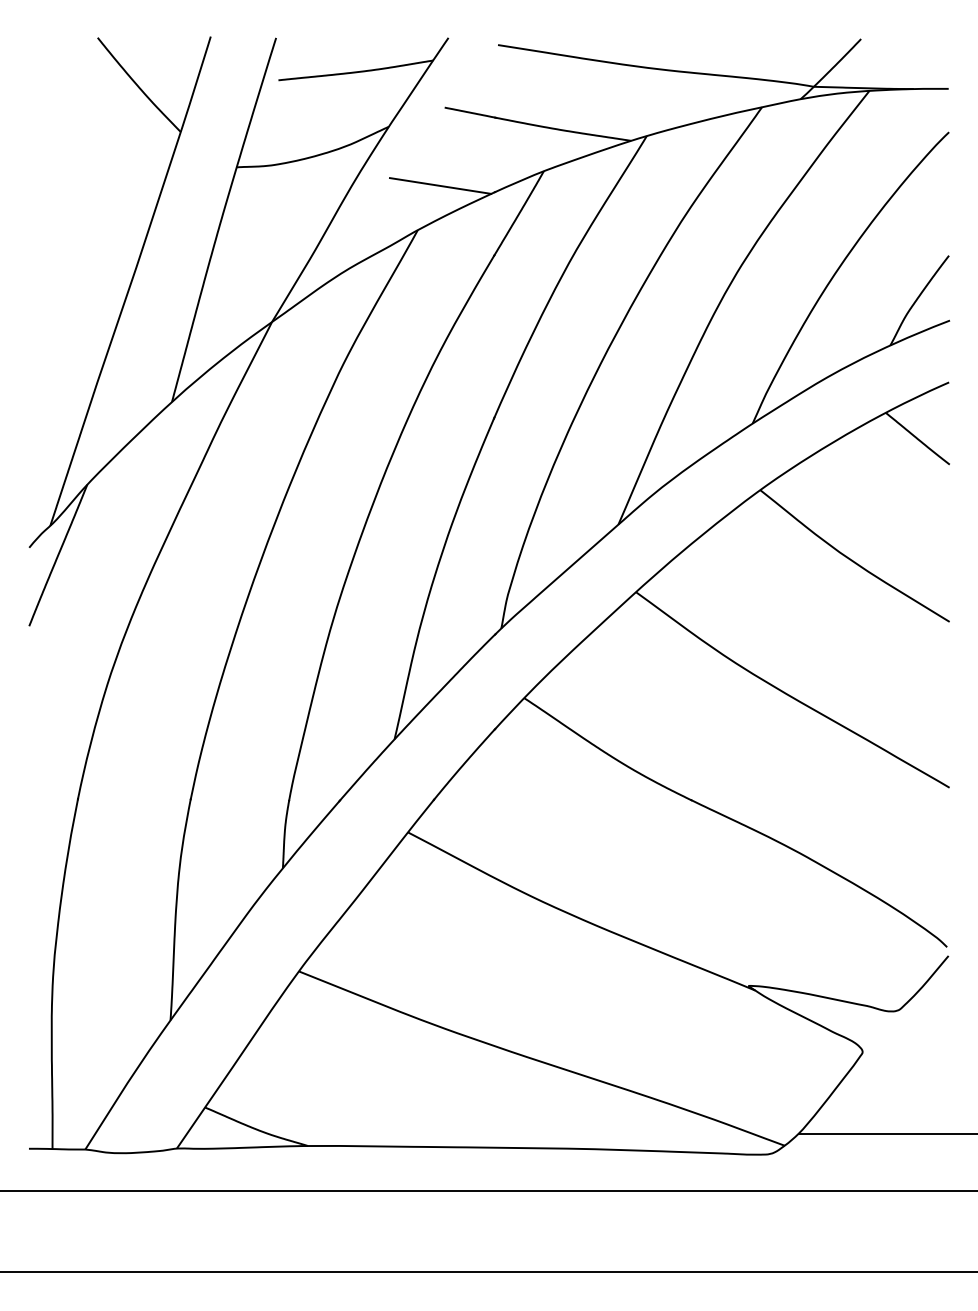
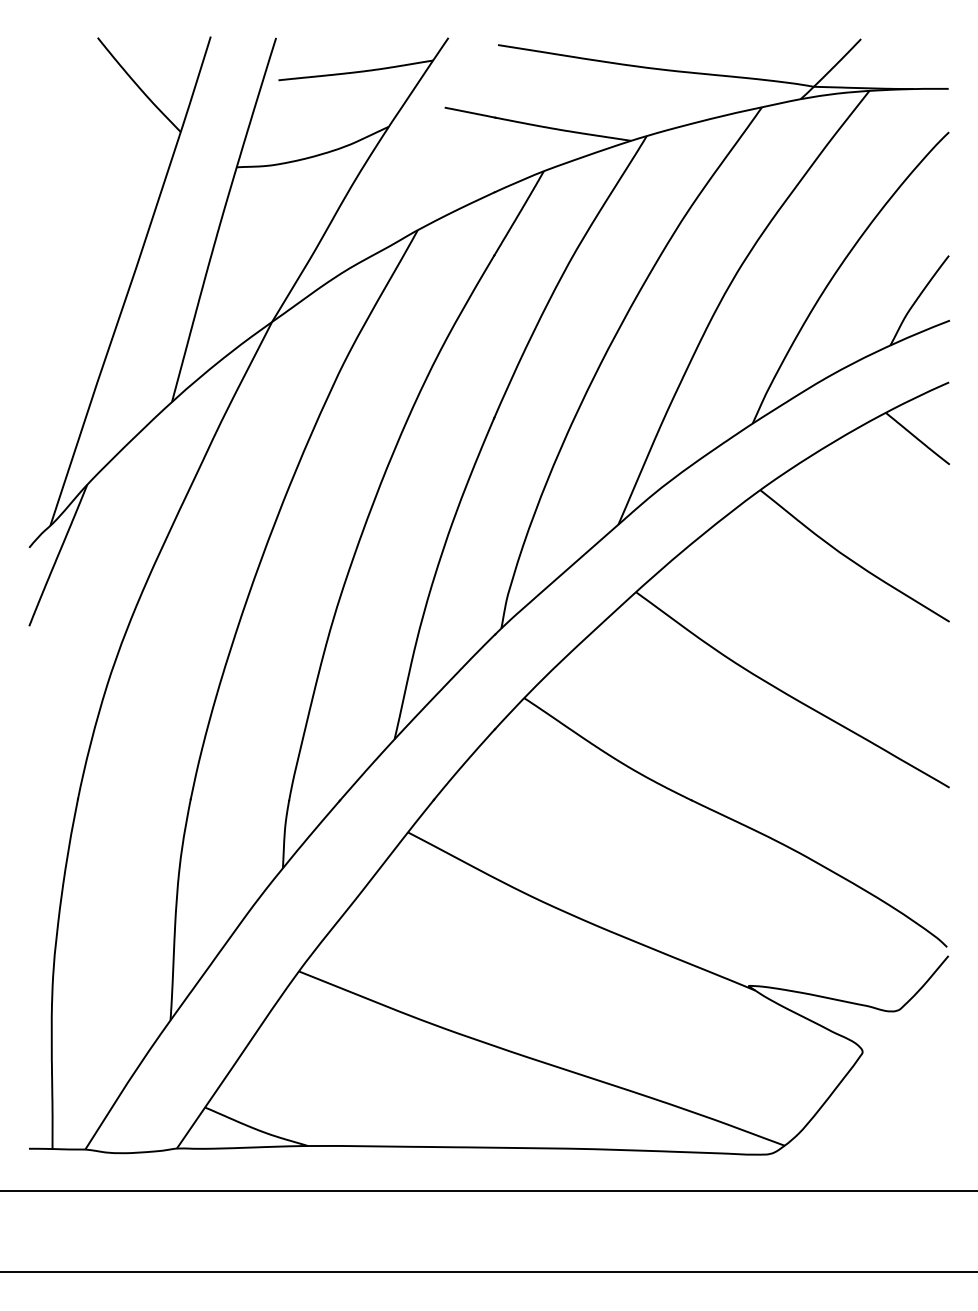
line at (440, 185): present -> none
line at (886, 1133): present -> none
